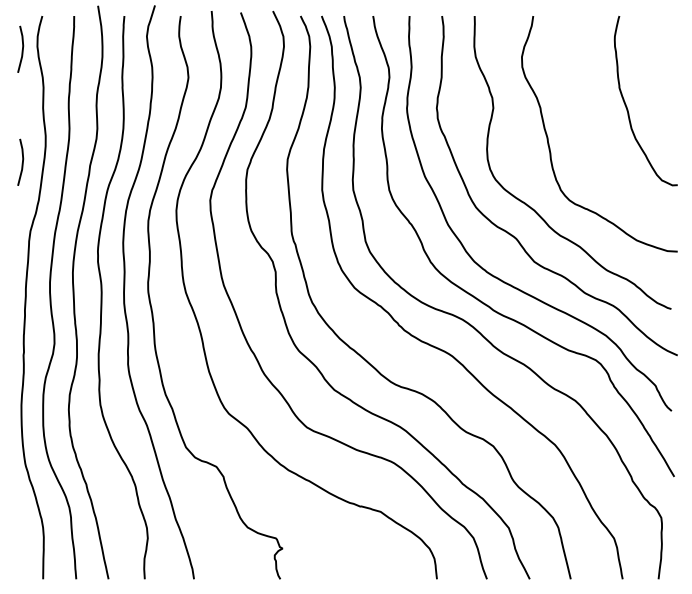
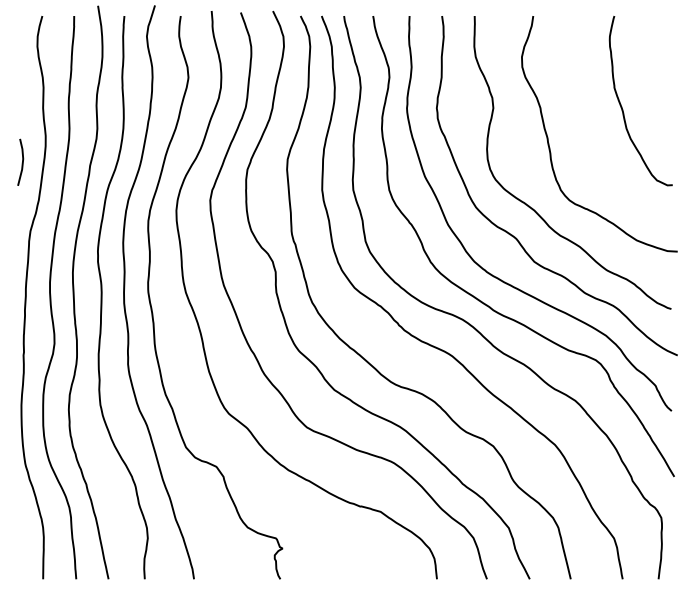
curve at (22, 48): present -> none
curve at (627, 106) position: (627, 106) -> (622, 106)
